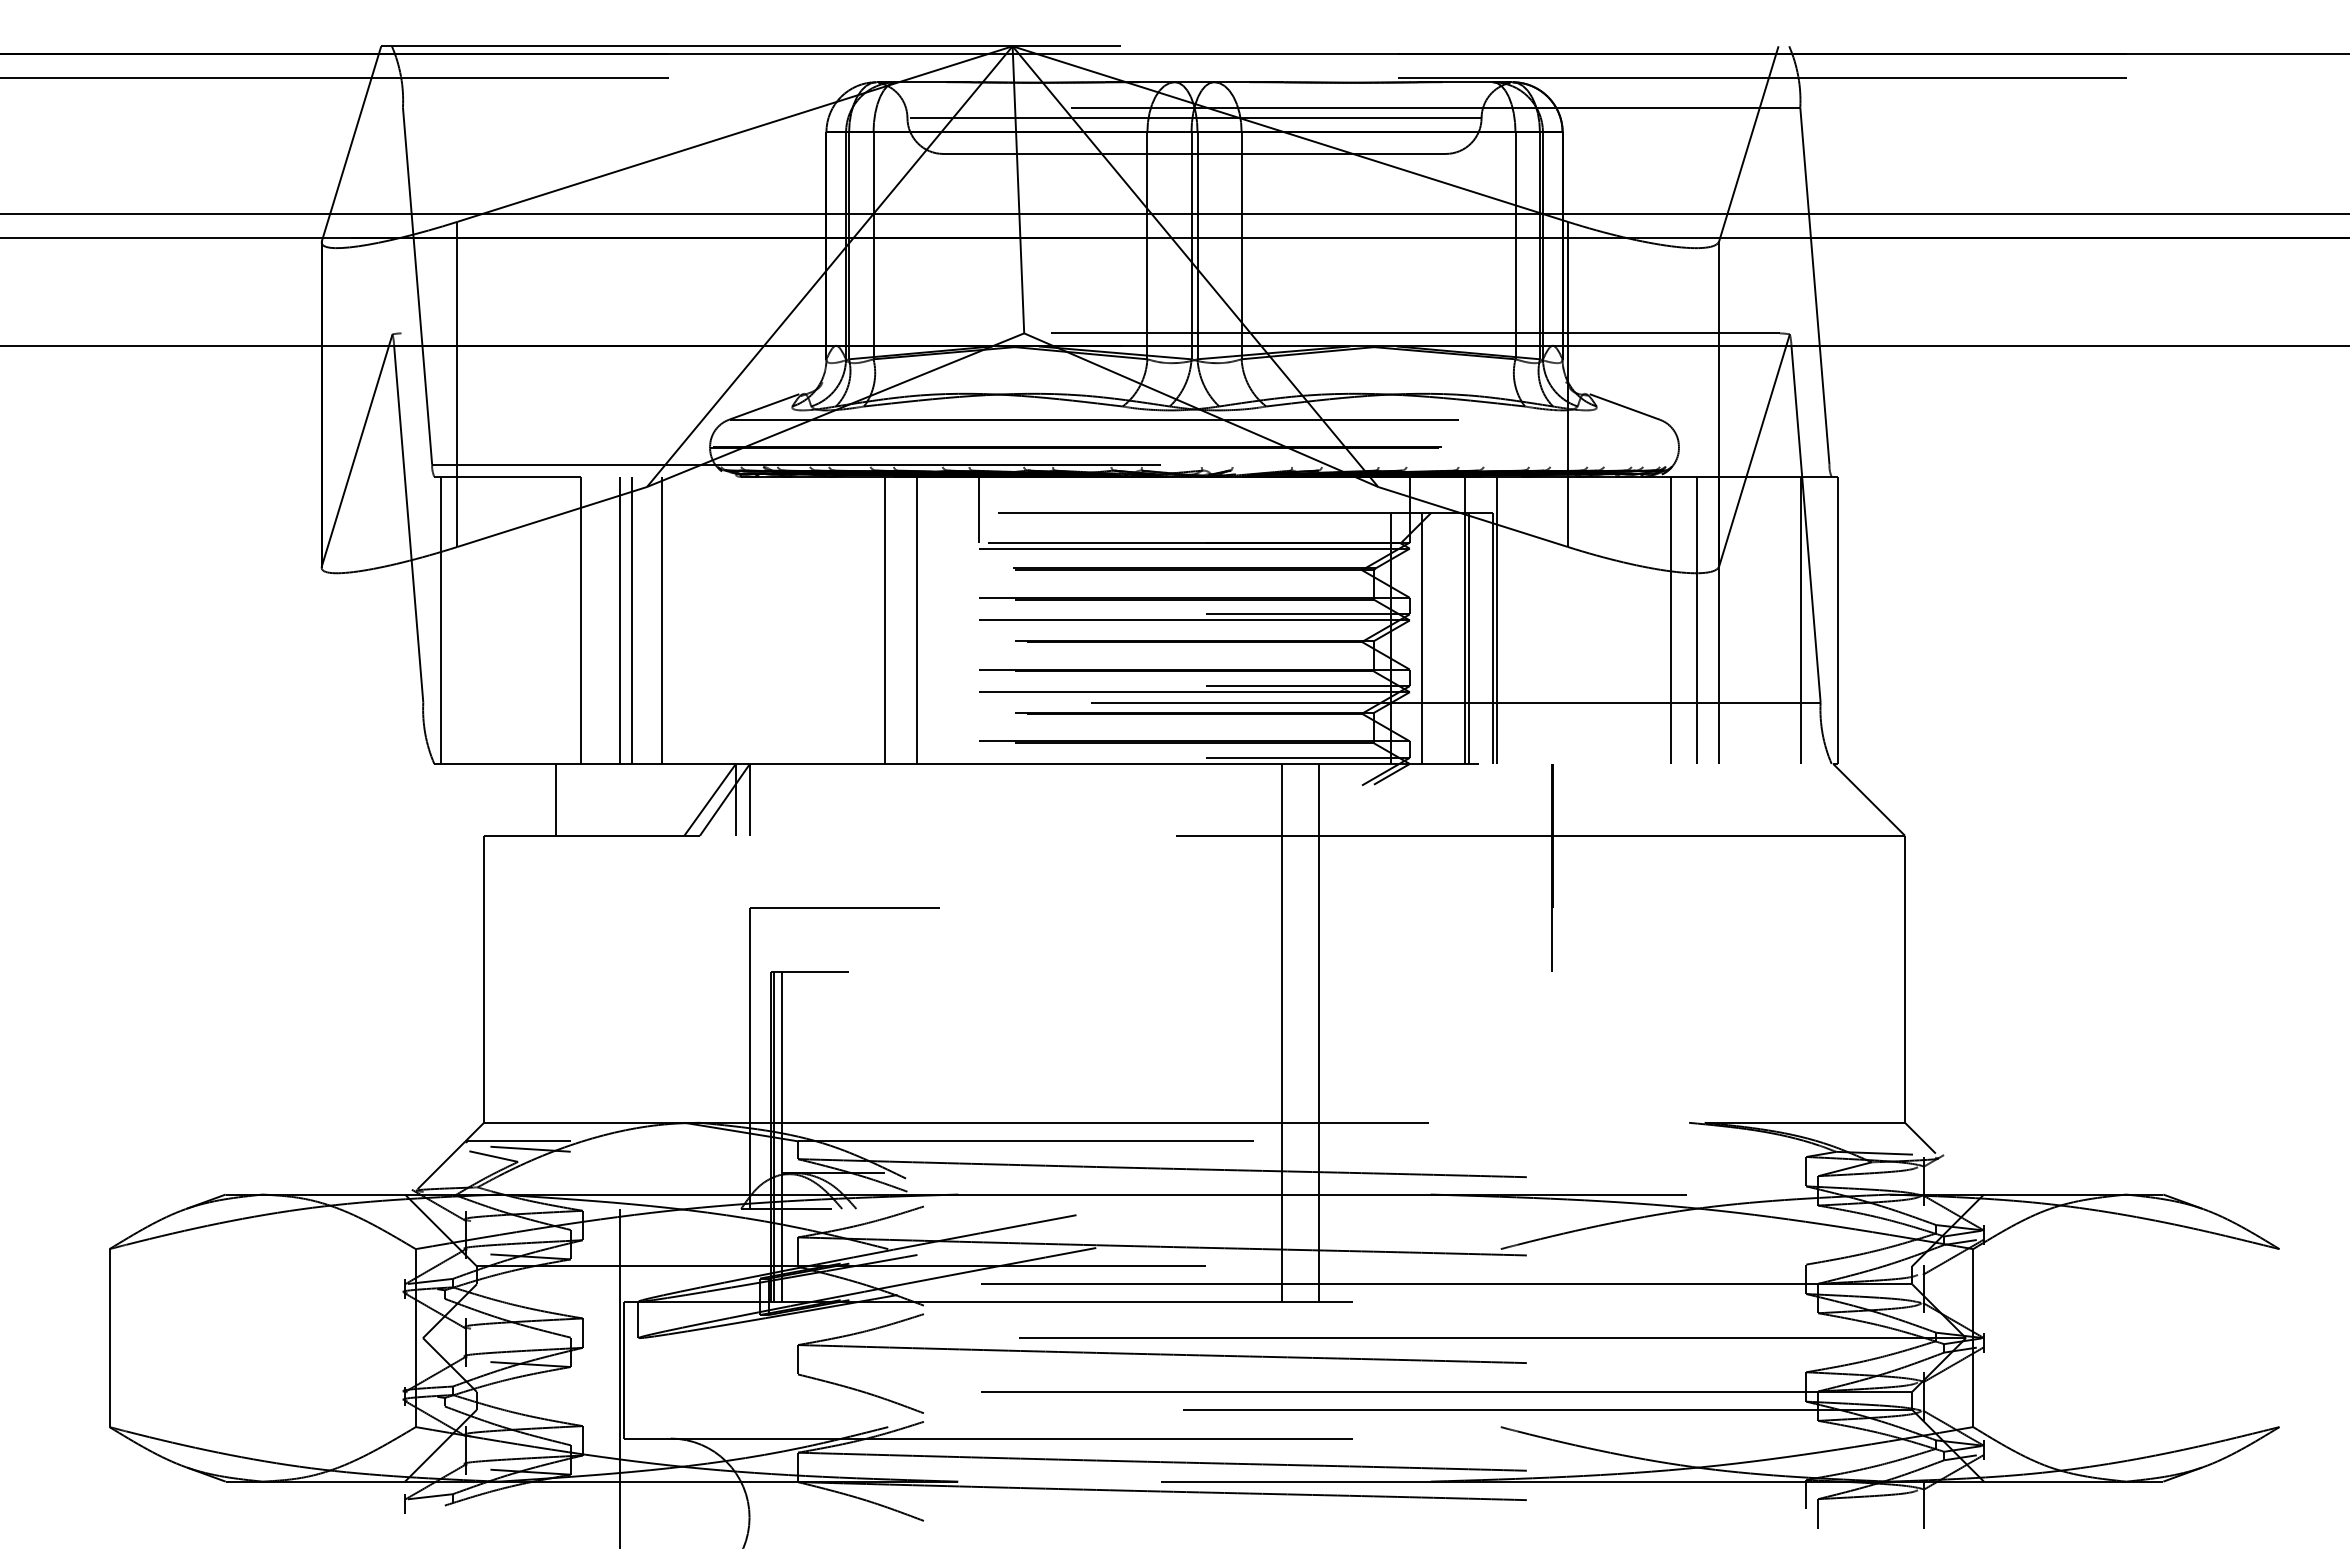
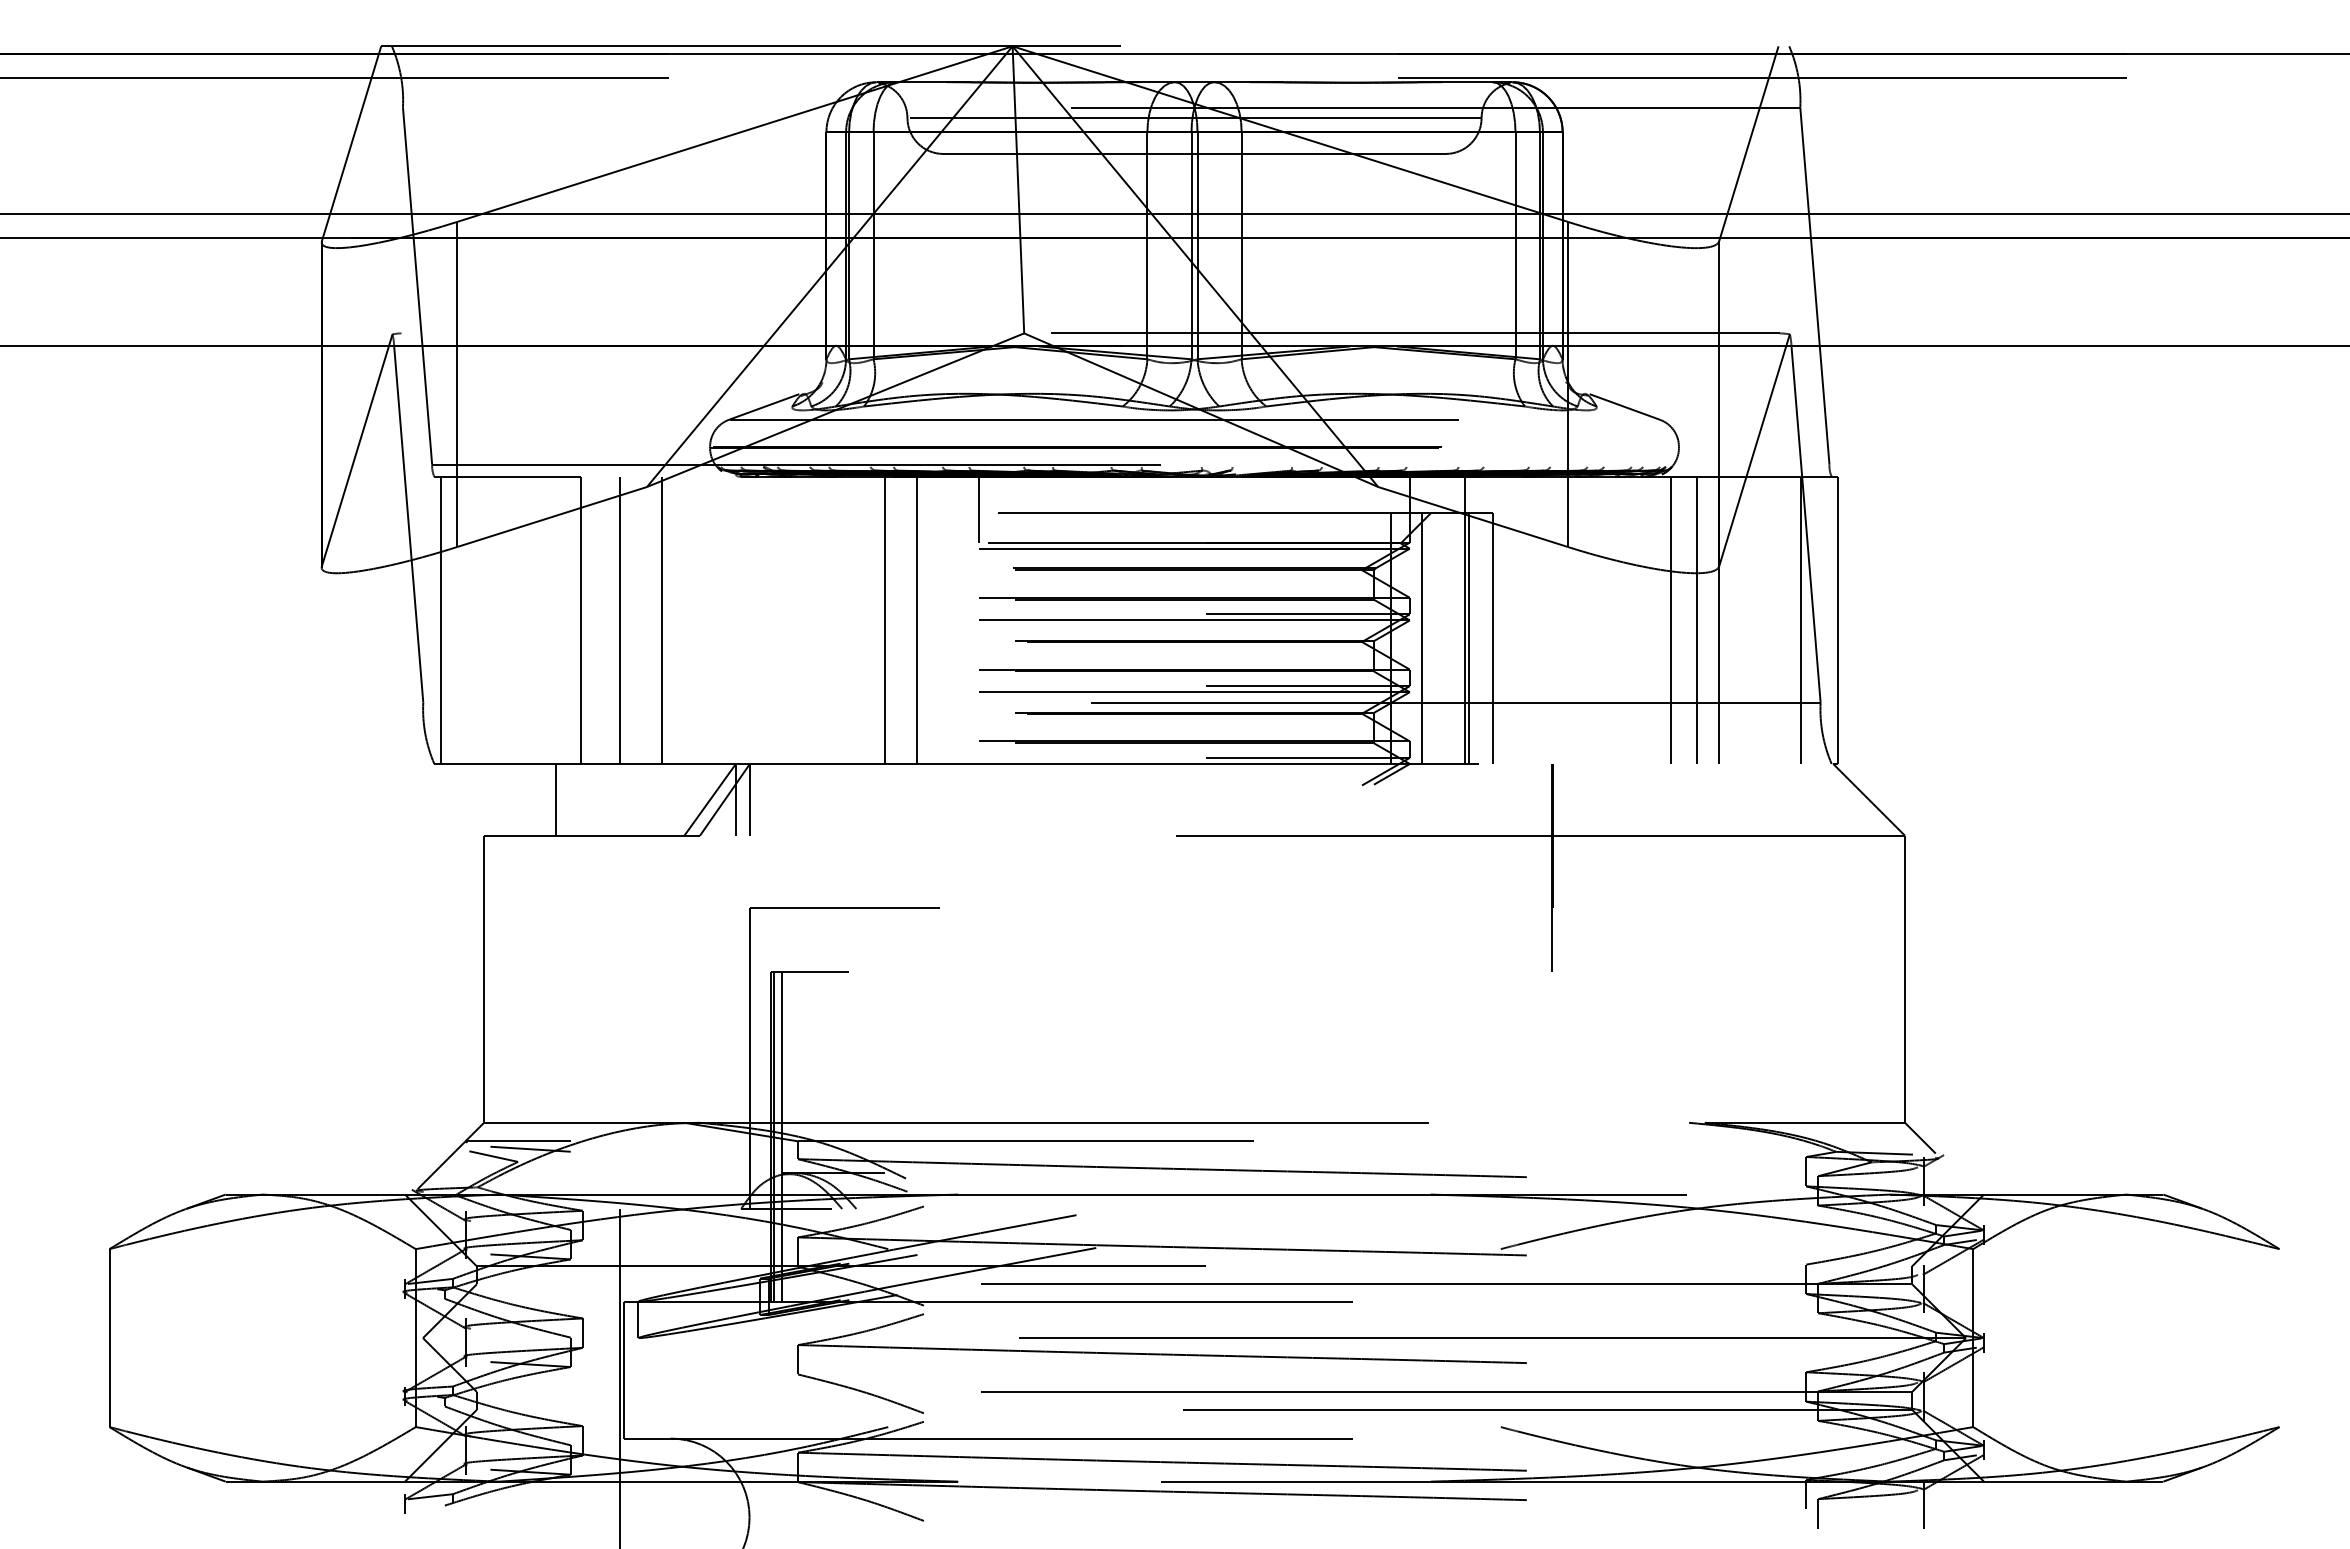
line at (632, 619): present -> none
line at (1496, 619): present -> none
line at (1281, 1032): present -> none
line at (1319, 1032): present -> none
